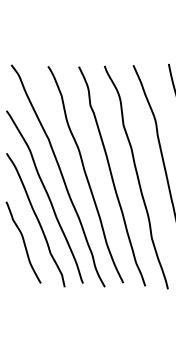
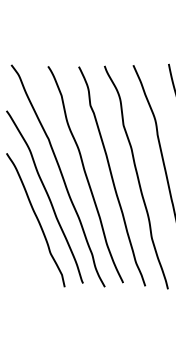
curve at (23, 242): present -> none
